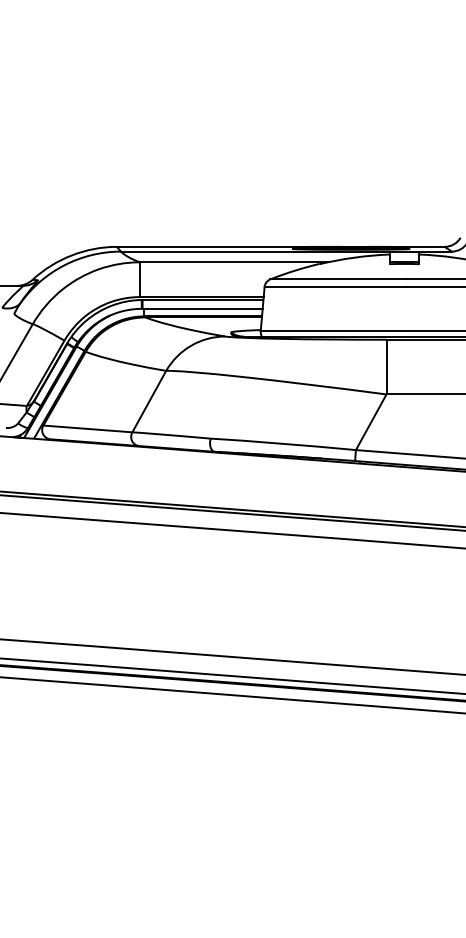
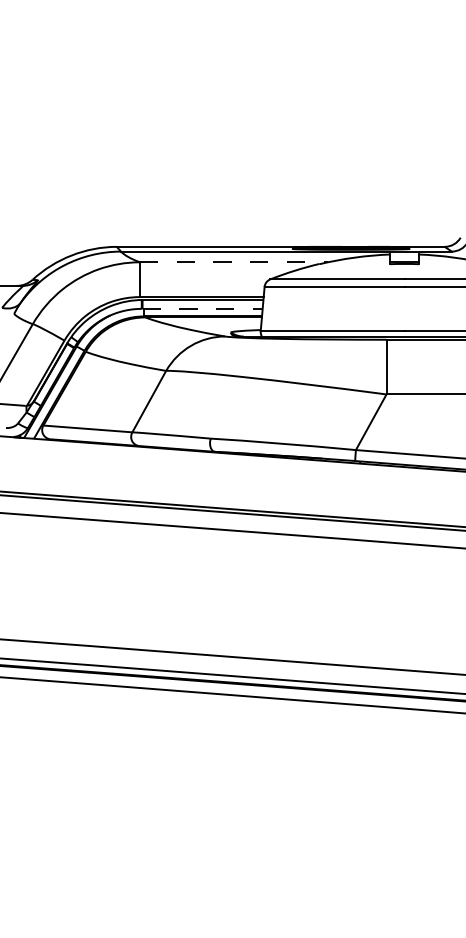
line at (234, 262): solid -> dashed
line at (203, 308): solid -> dashed
